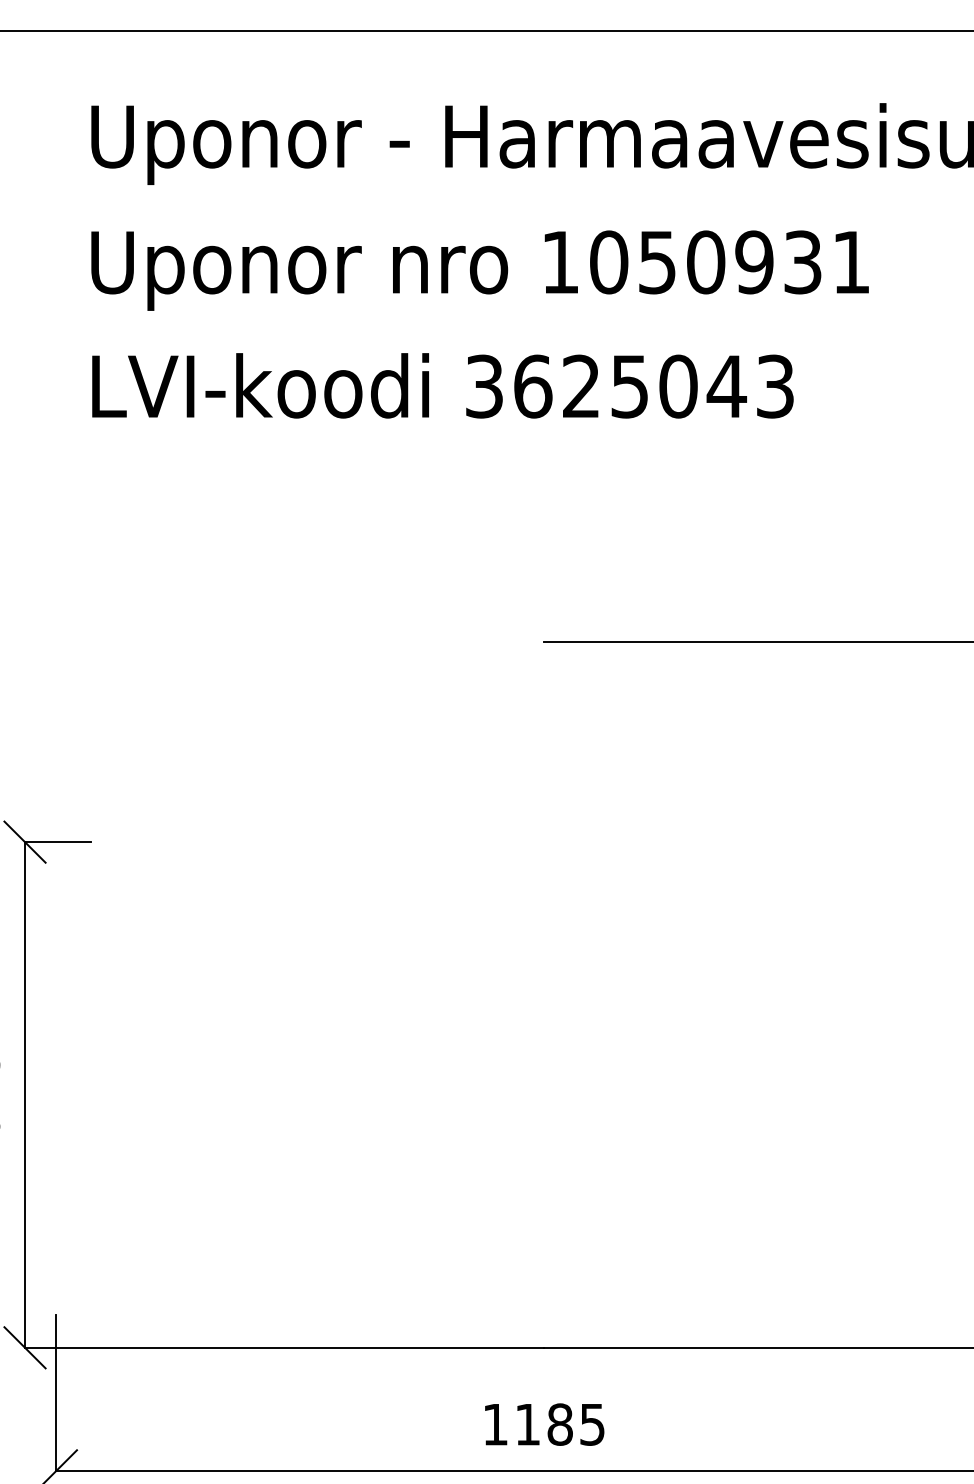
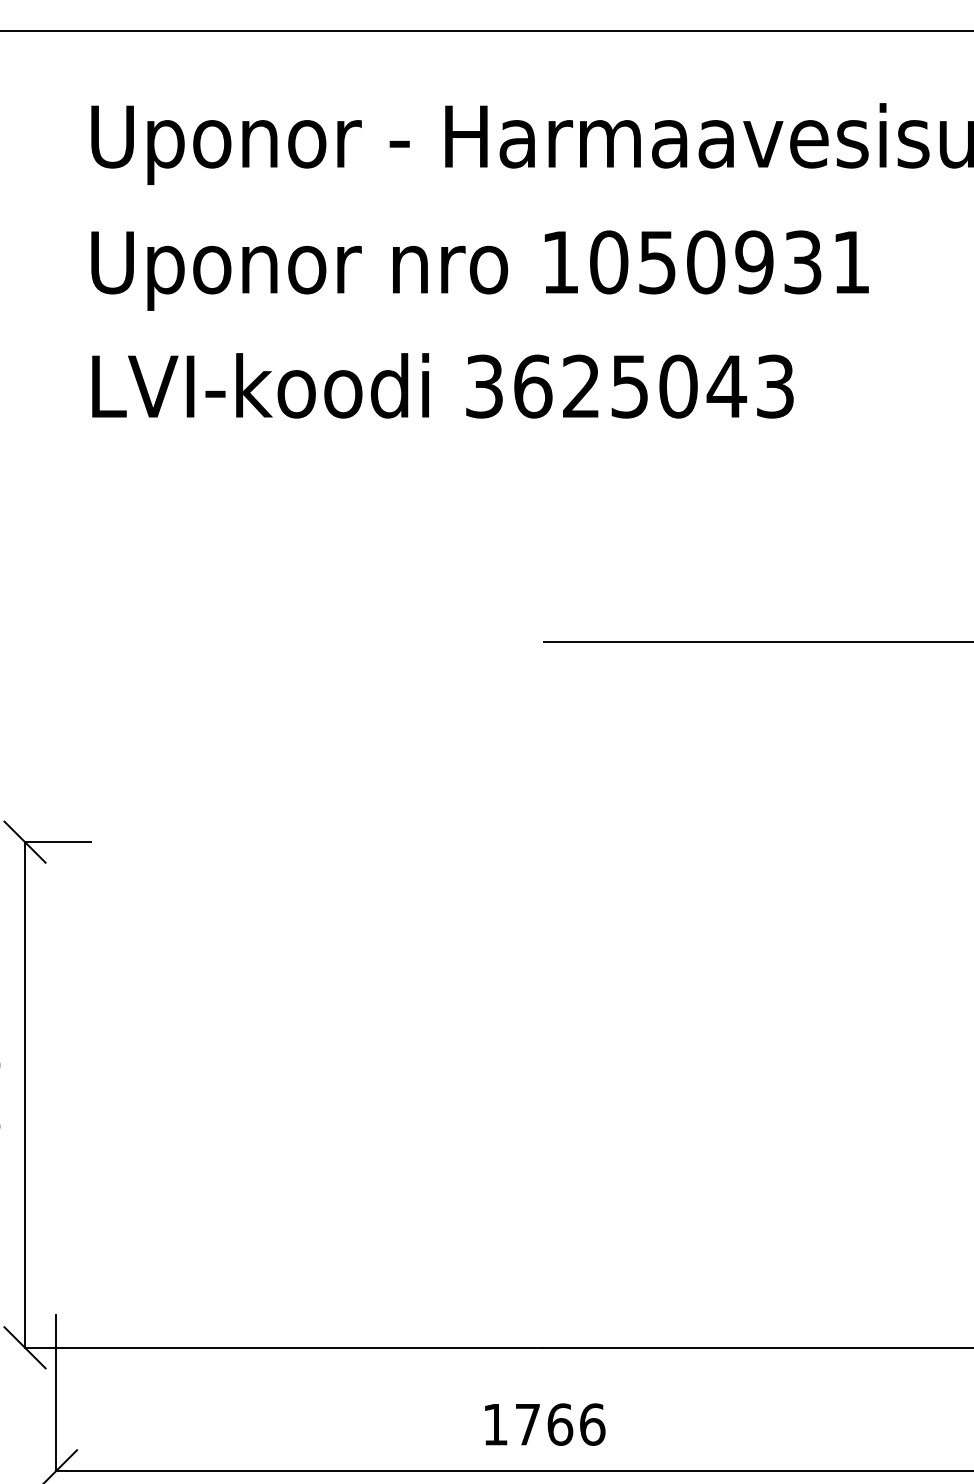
text at (560, 1424): 1185 -> 1766
